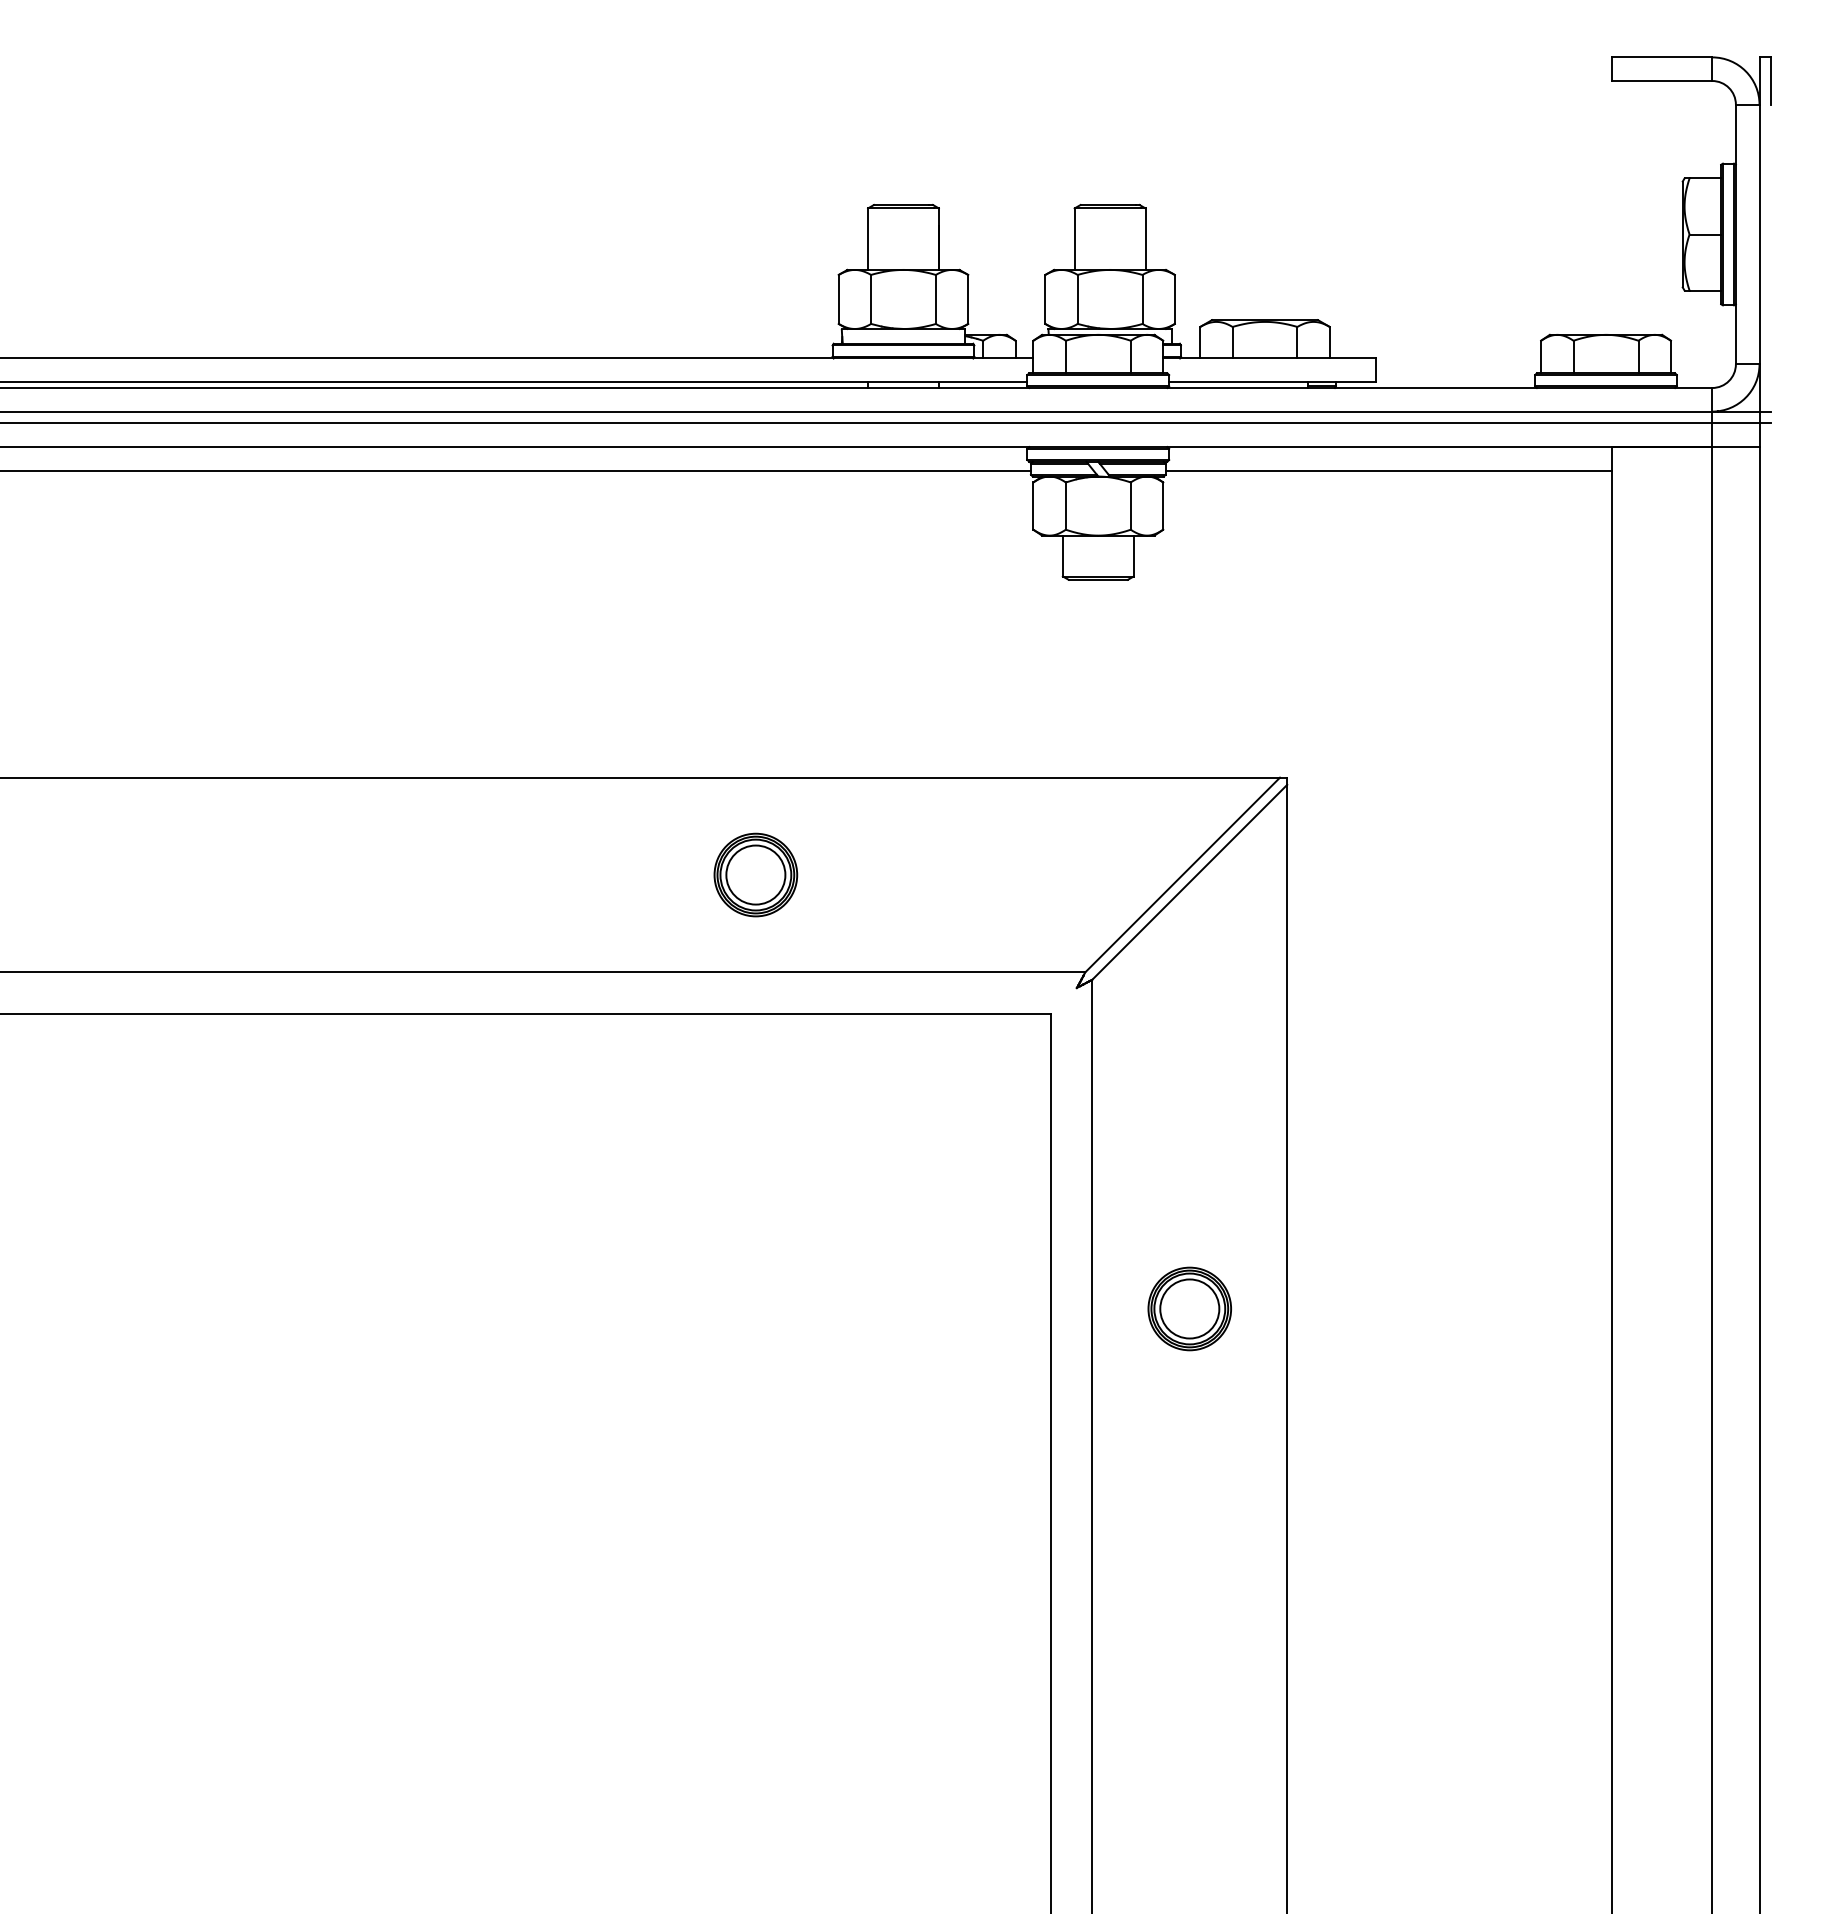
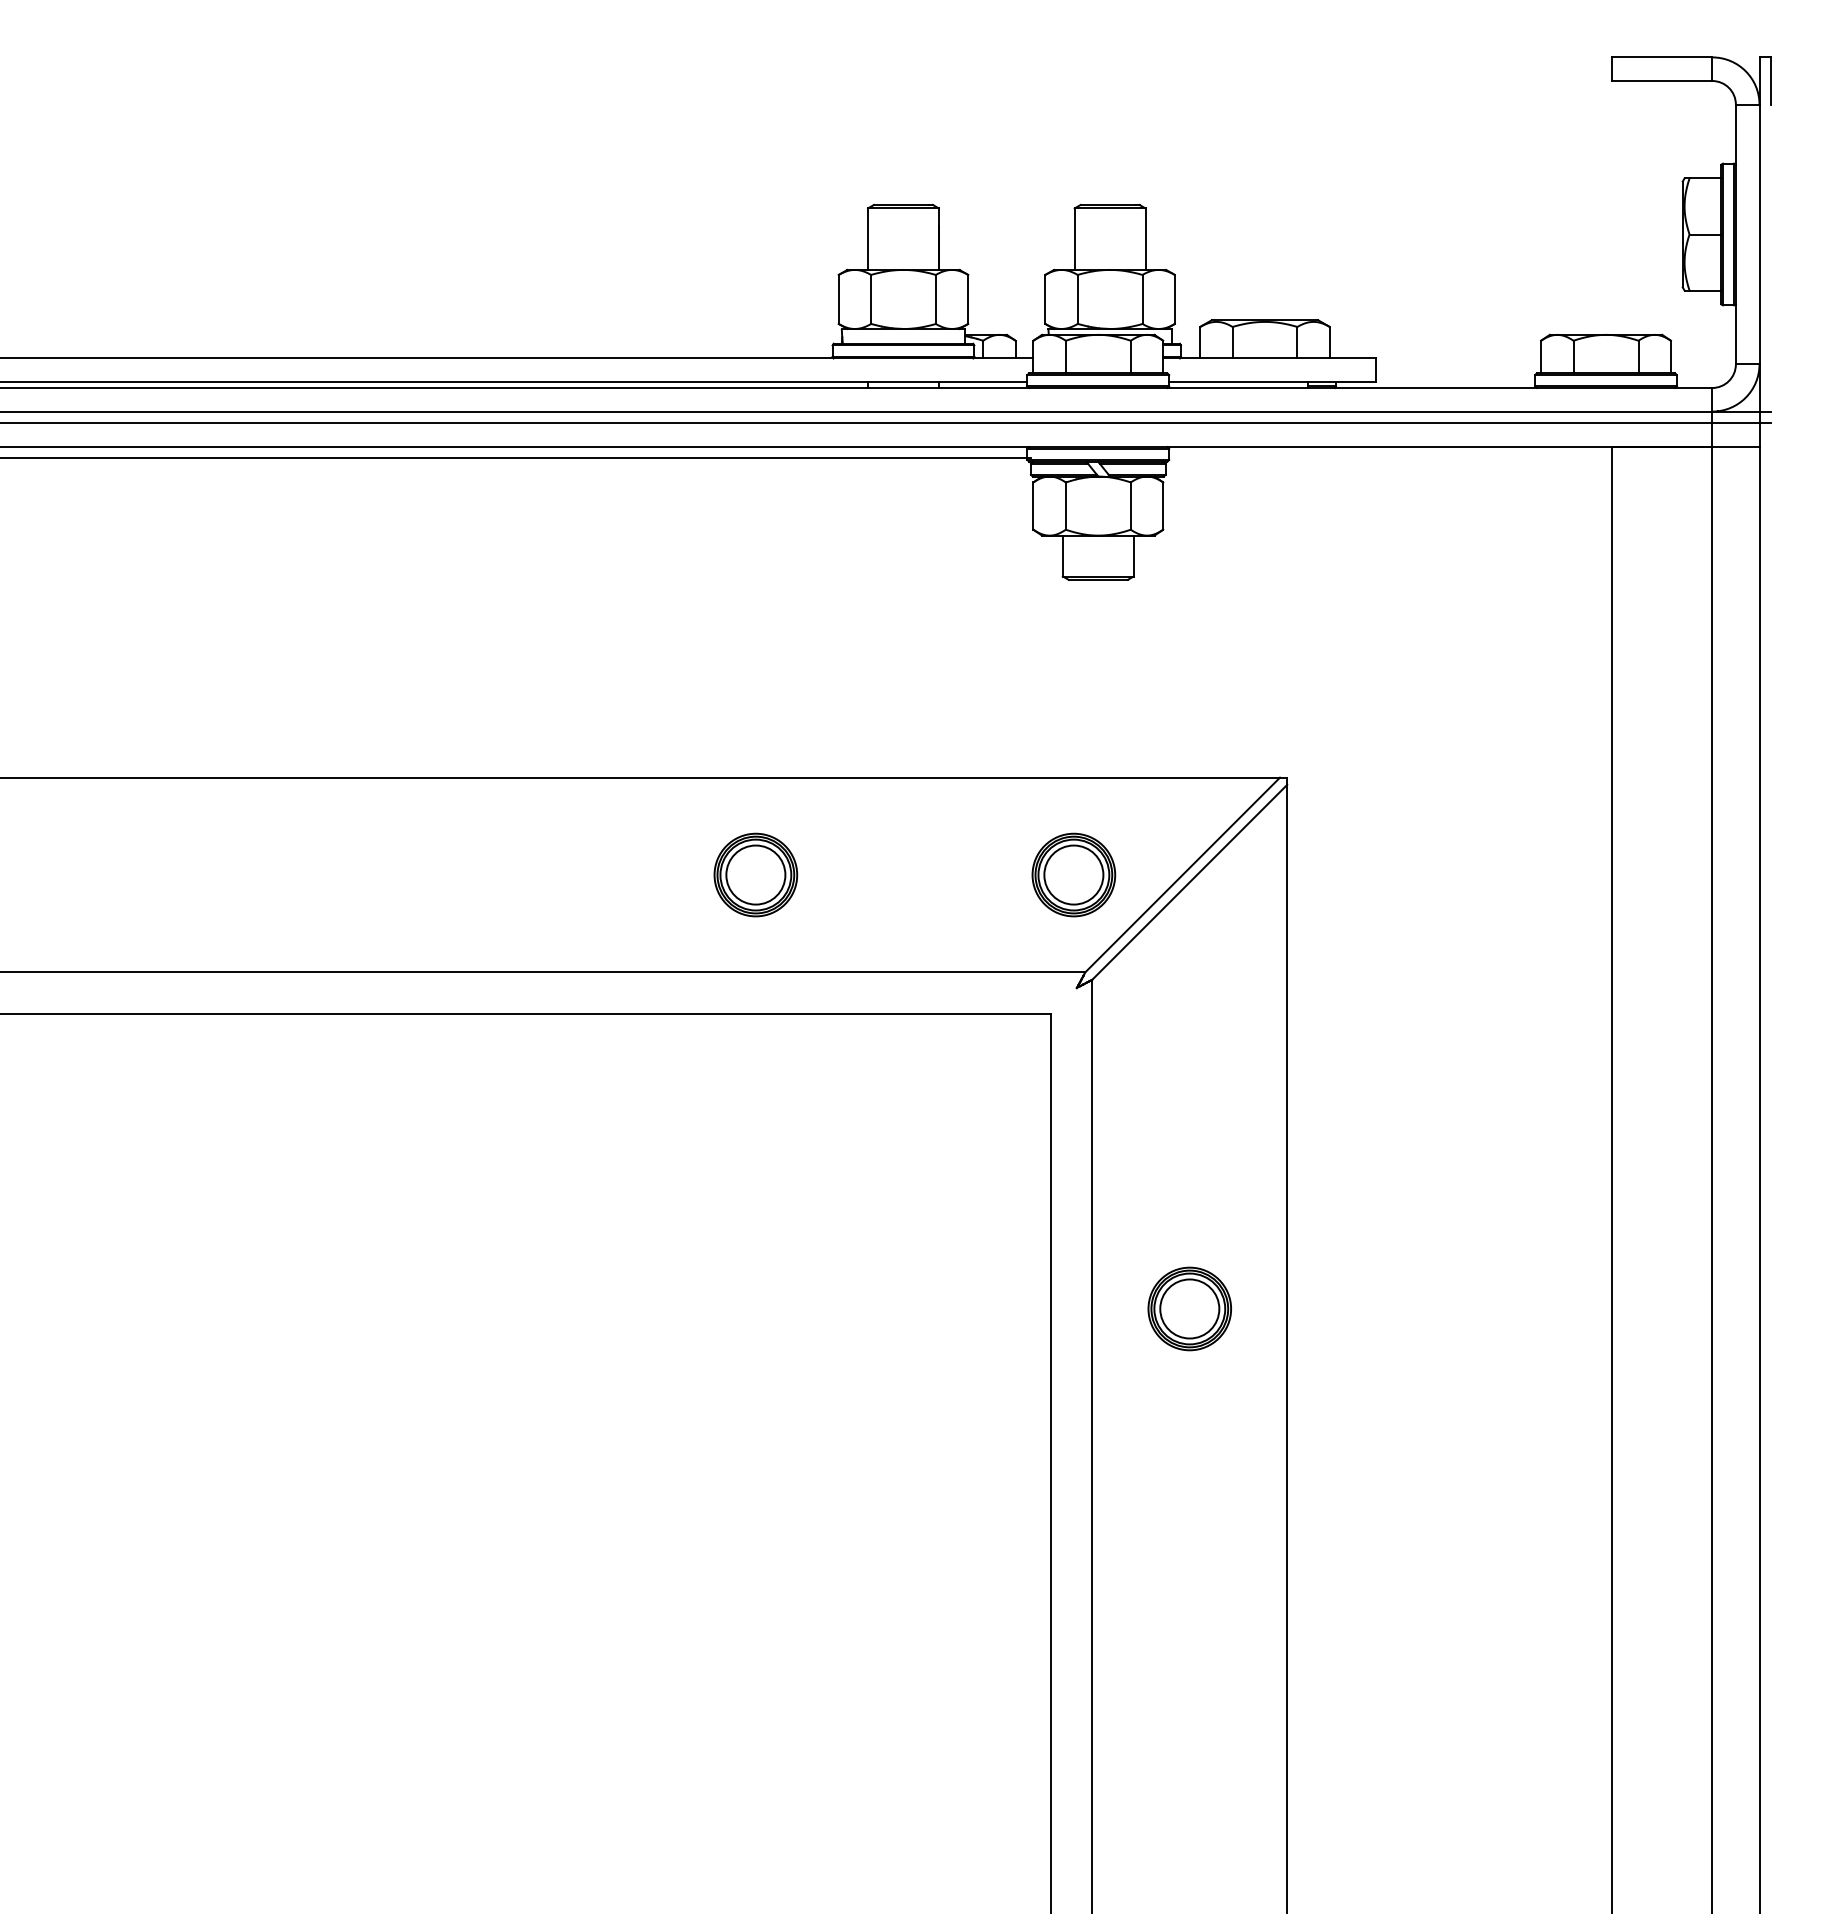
line at (516, 470) position: (516, 470) -> (516, 457)
line at (1388, 470): present -> none
part at (1073, 874): none -> present
